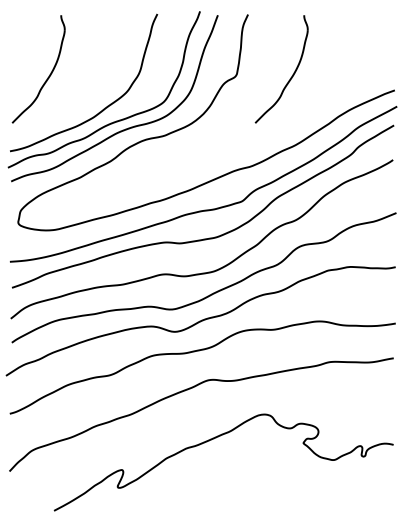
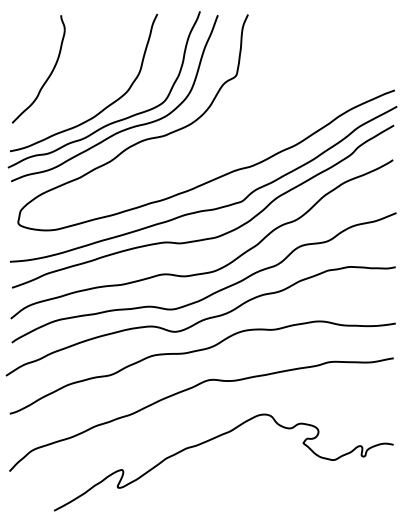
part at (290, 77): present -> none
